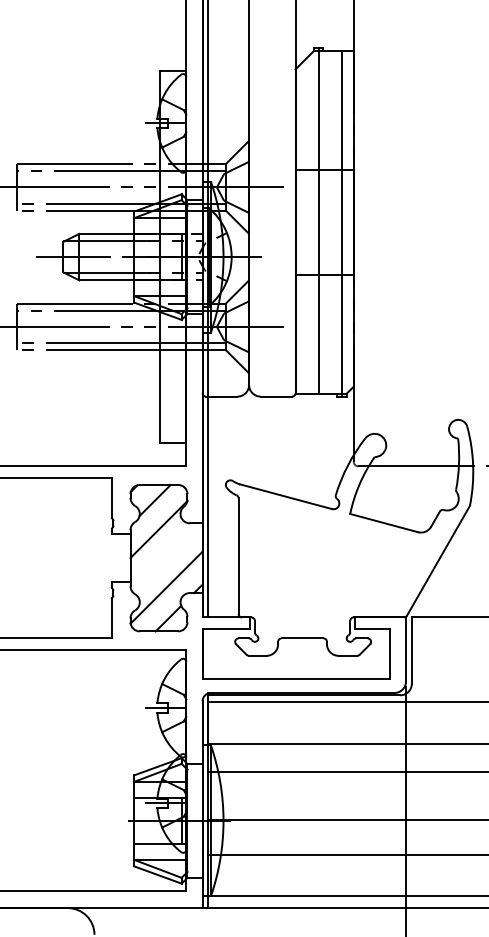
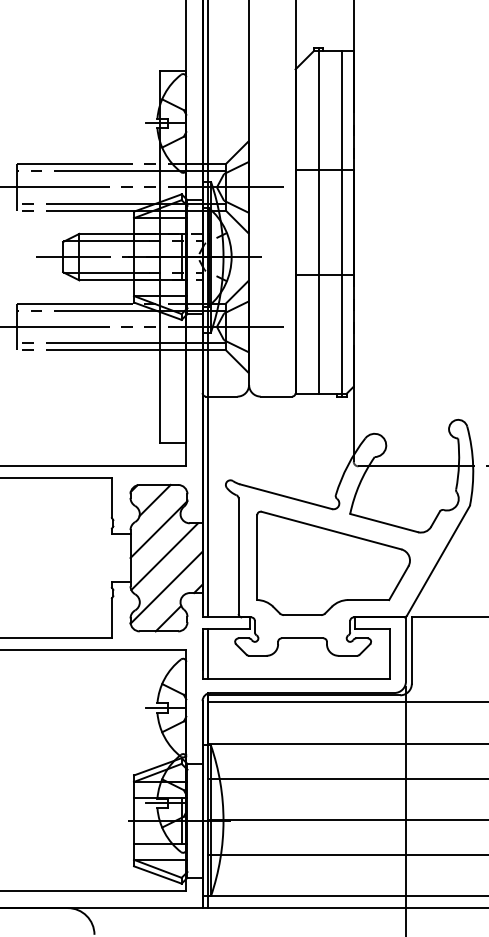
line at (164, 556): none -> present
part at (333, 562): none -> present
line at (208, 654): none -> present
line at (346, 772) position: (346, 772) -> (346, 779)
